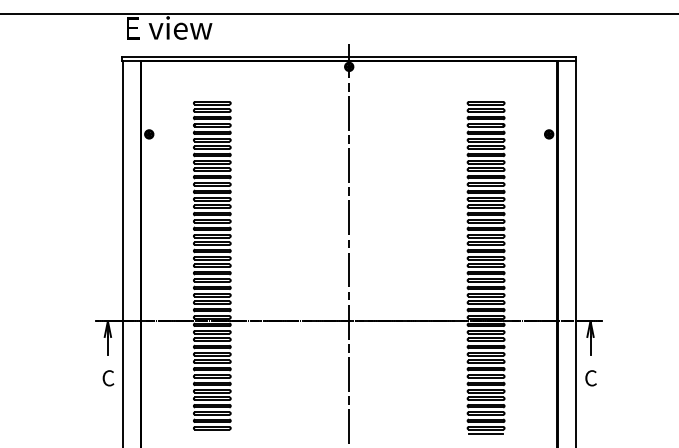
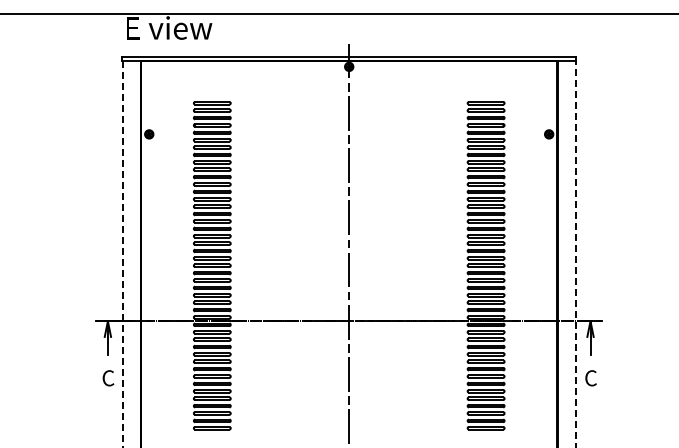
line at (122, 254): solid -> dashed
line at (575, 254): solid -> dashed
line at (485, 434): present -> none
